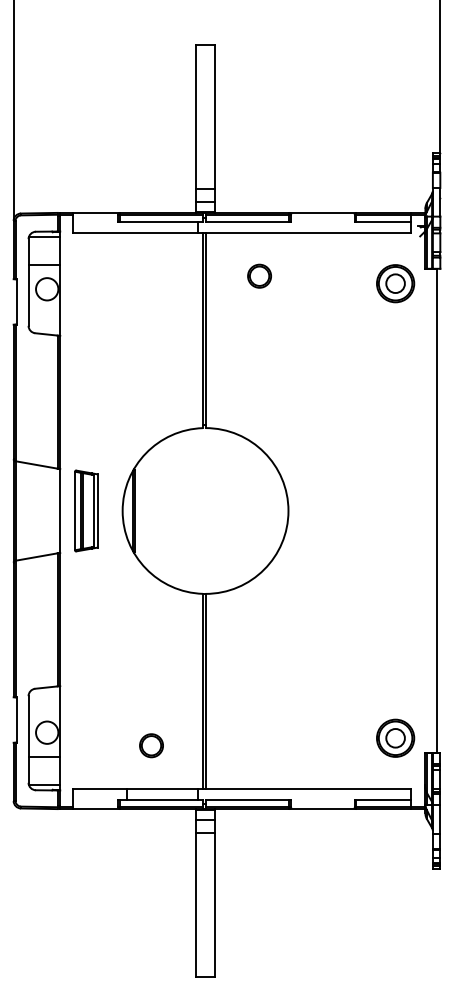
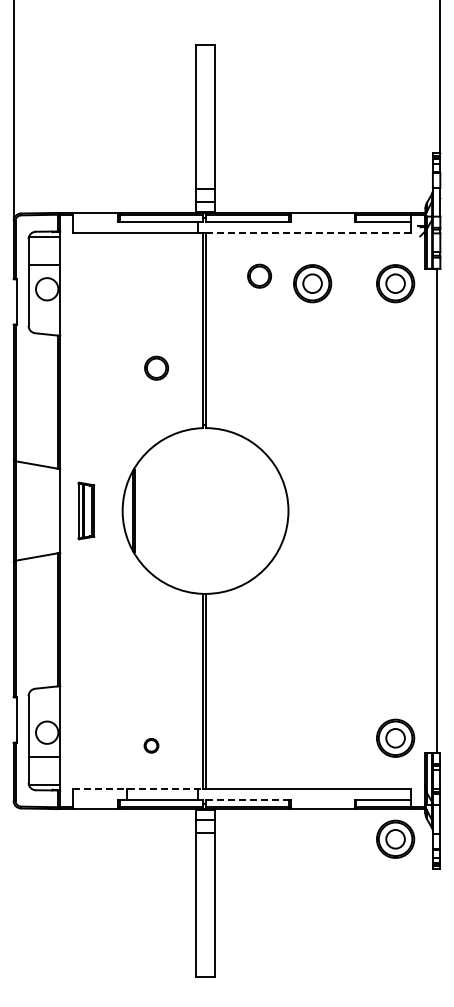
line at (307, 233): solid -> dashed
part at (312, 283): none -> present
part at (156, 367): none -> present
part at (86, 510) size: 25x84 px -> 19x60 px
part at (151, 745) size: 25x26 px -> 17x16 px
line at (138, 788): solid -> dashed
line at (247, 799): solid -> dashed
part at (395, 838): none -> present
